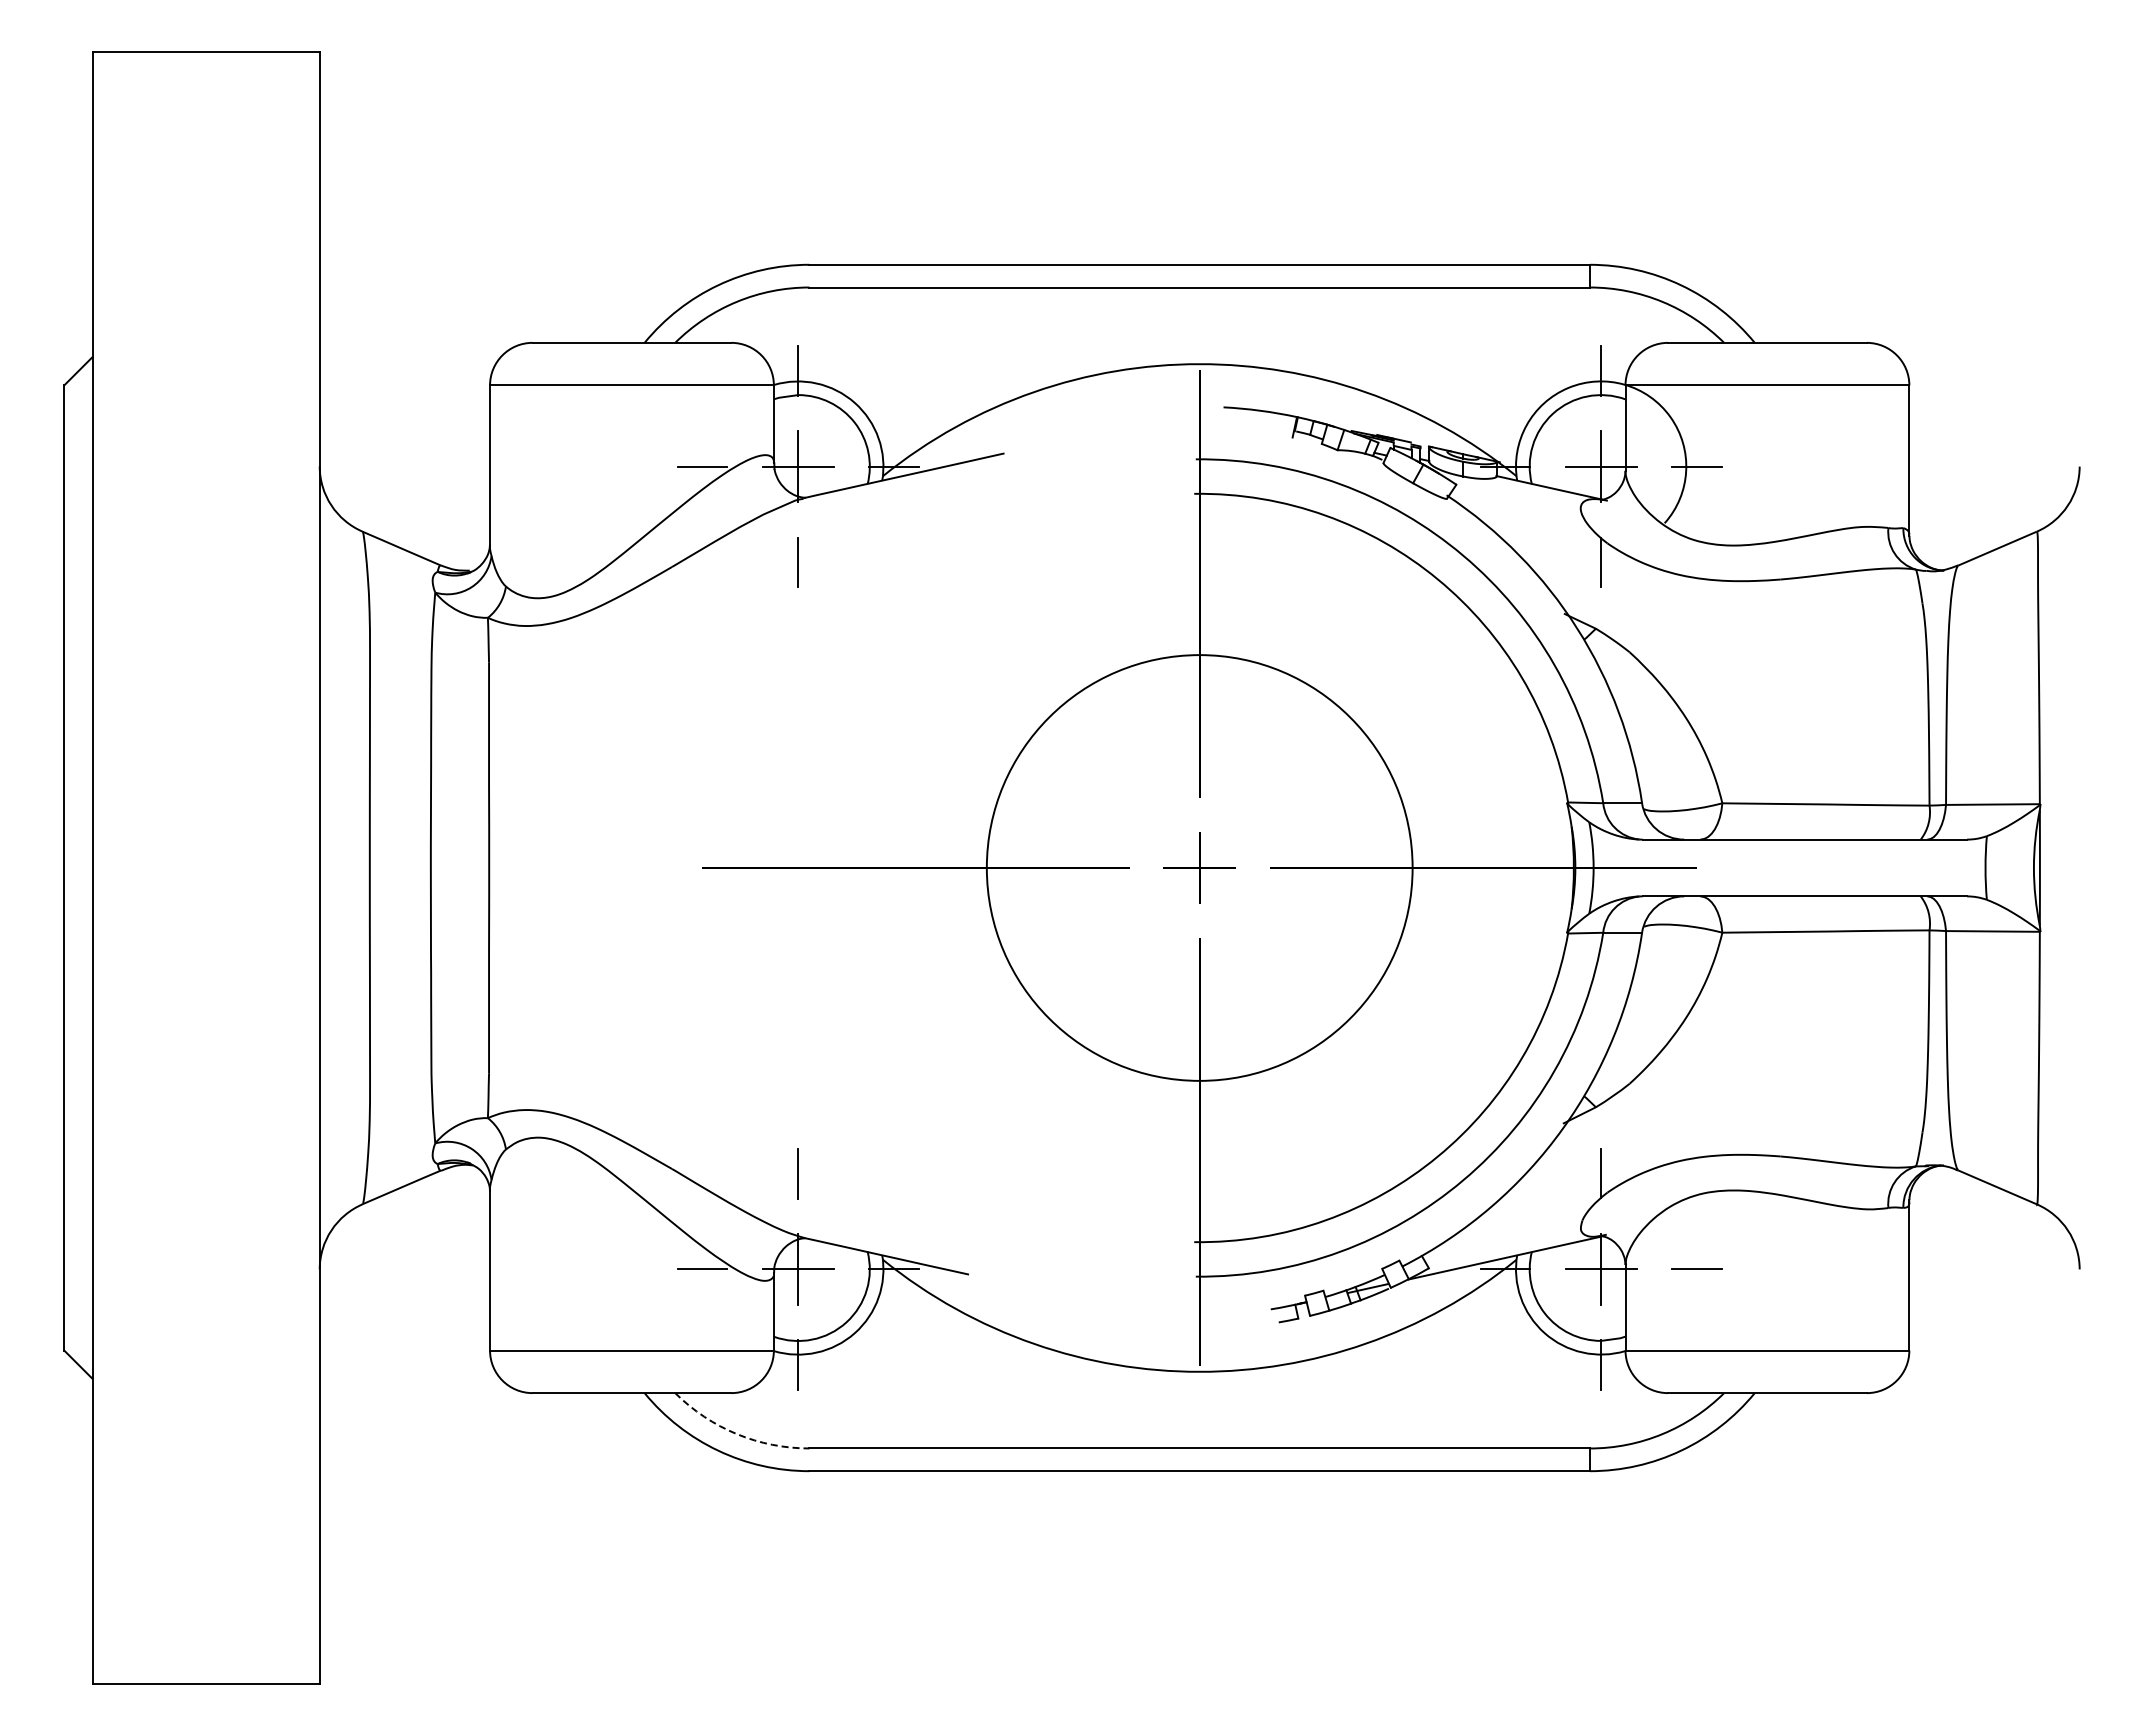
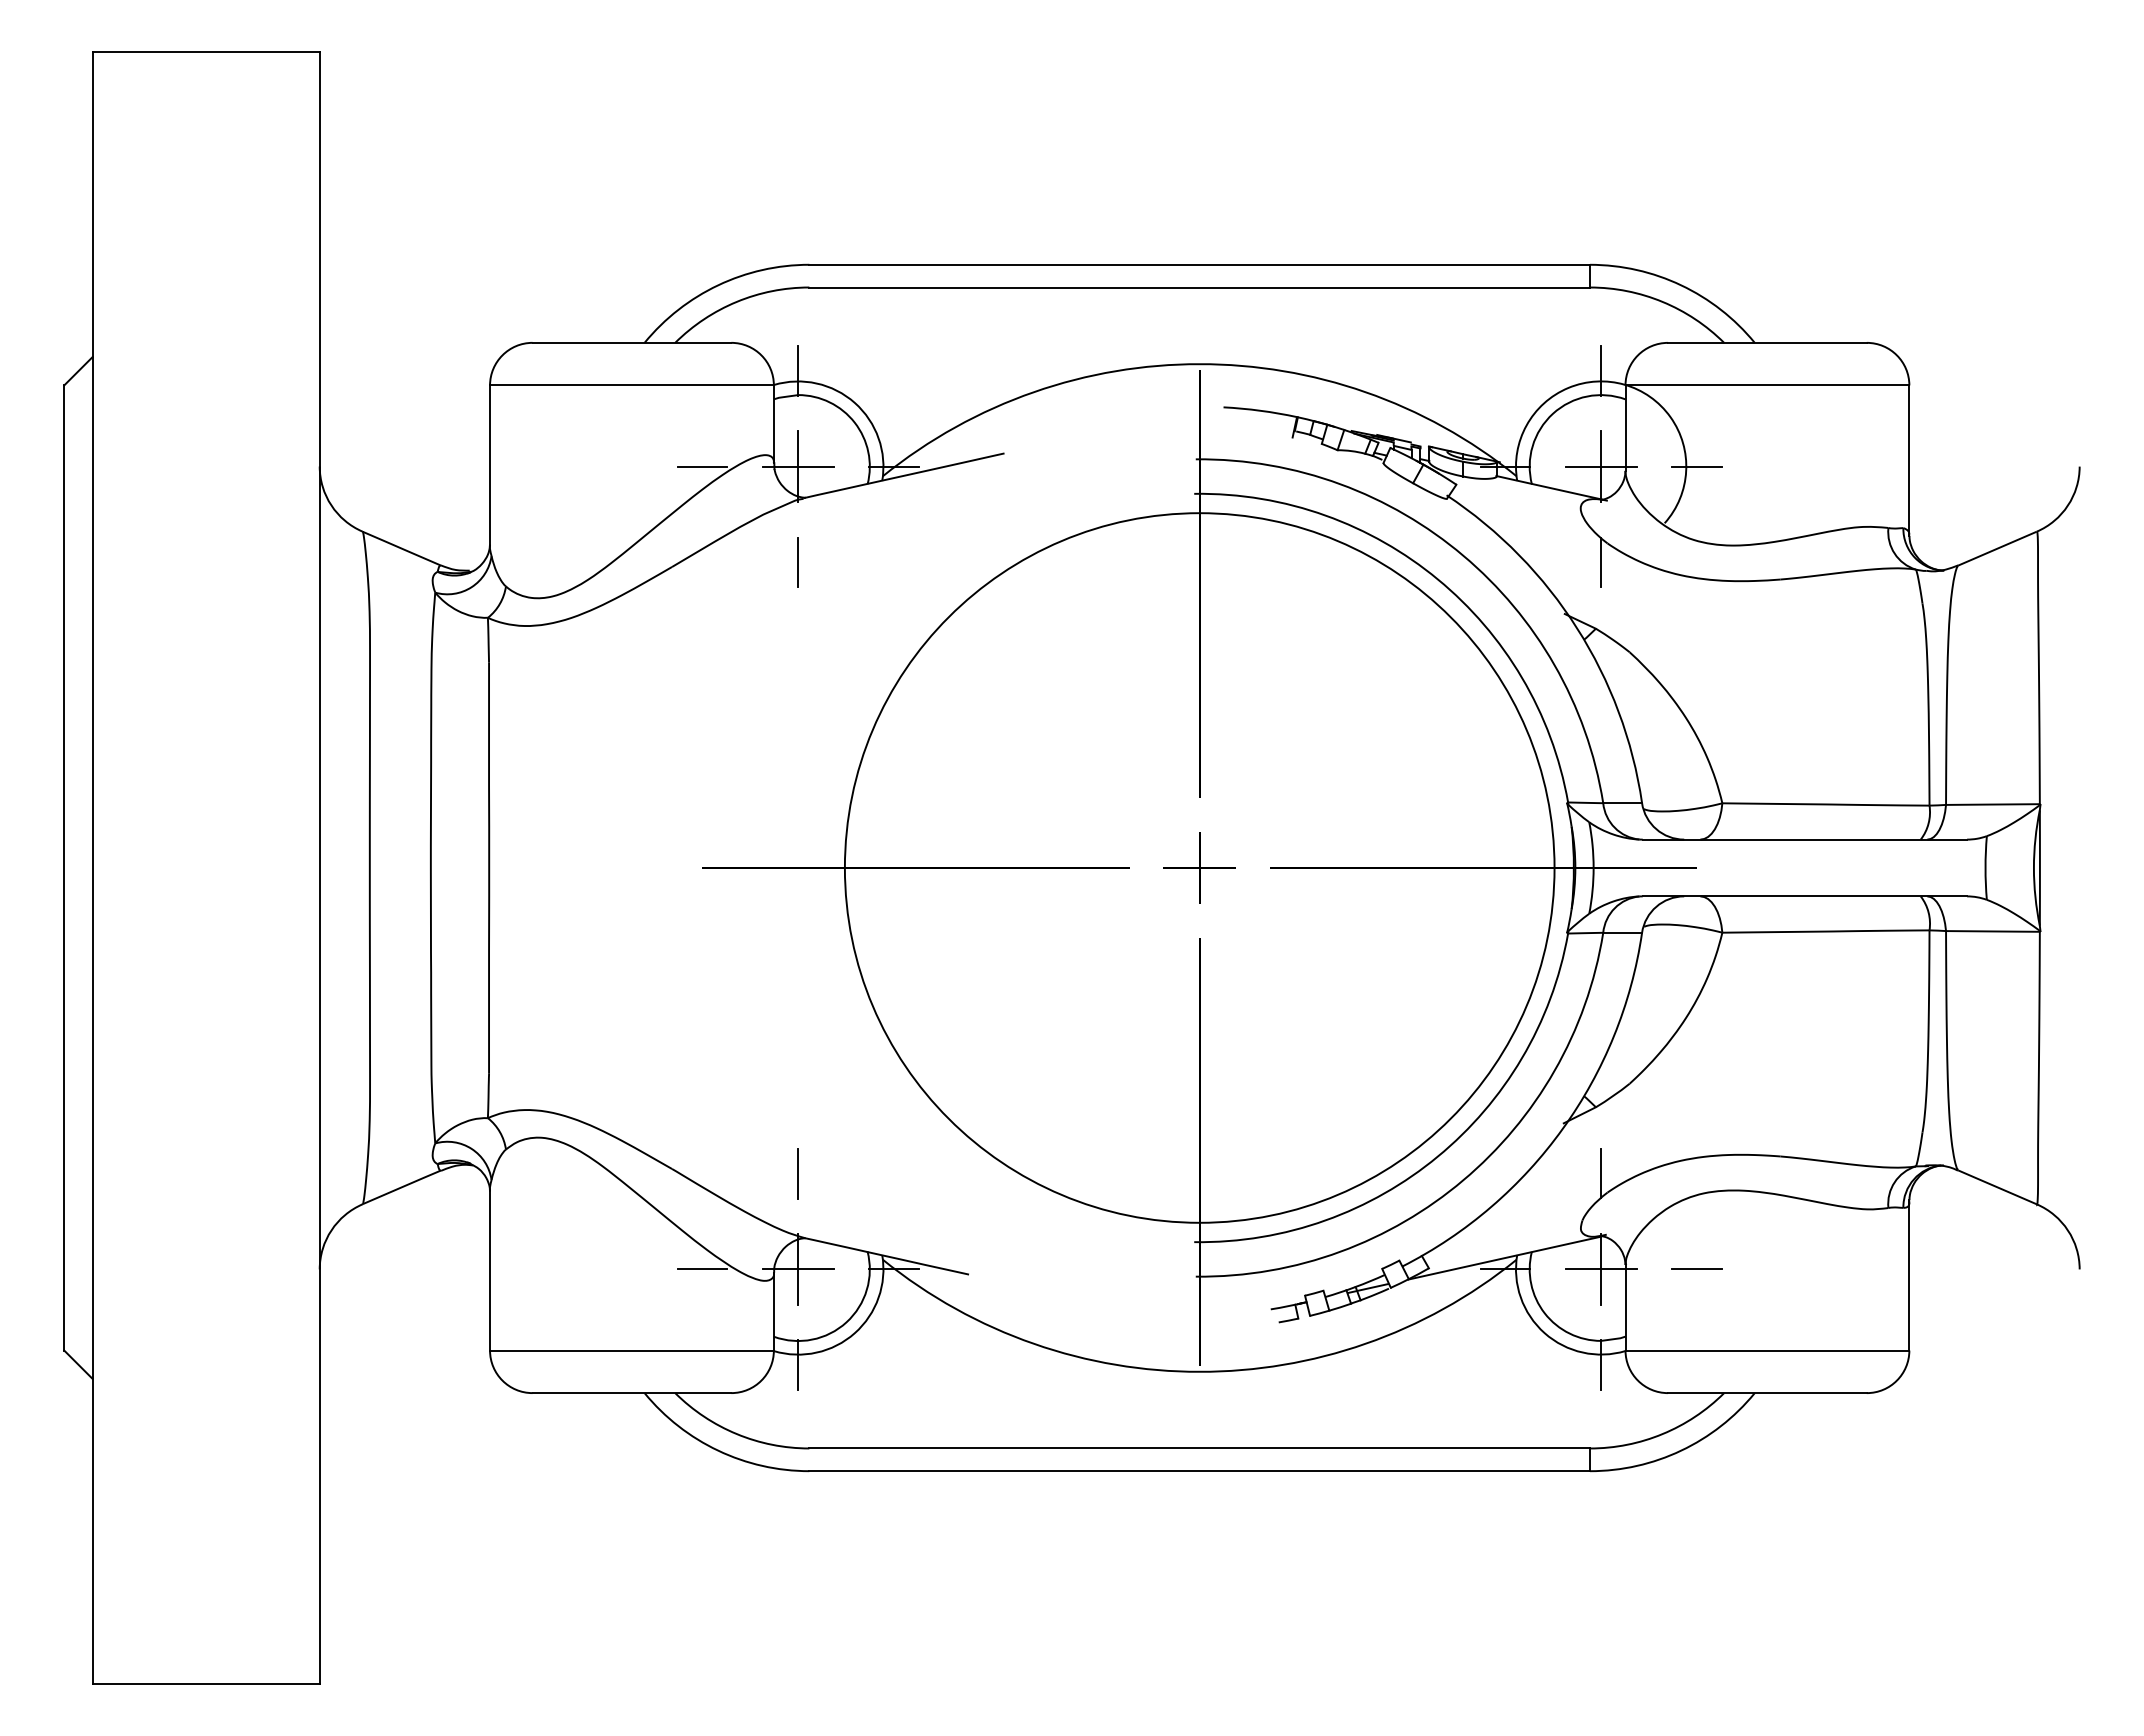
circle at (1199, 867) diameter: 426 px -> 710 px
arc at (736, 1434): dashed -> solid
